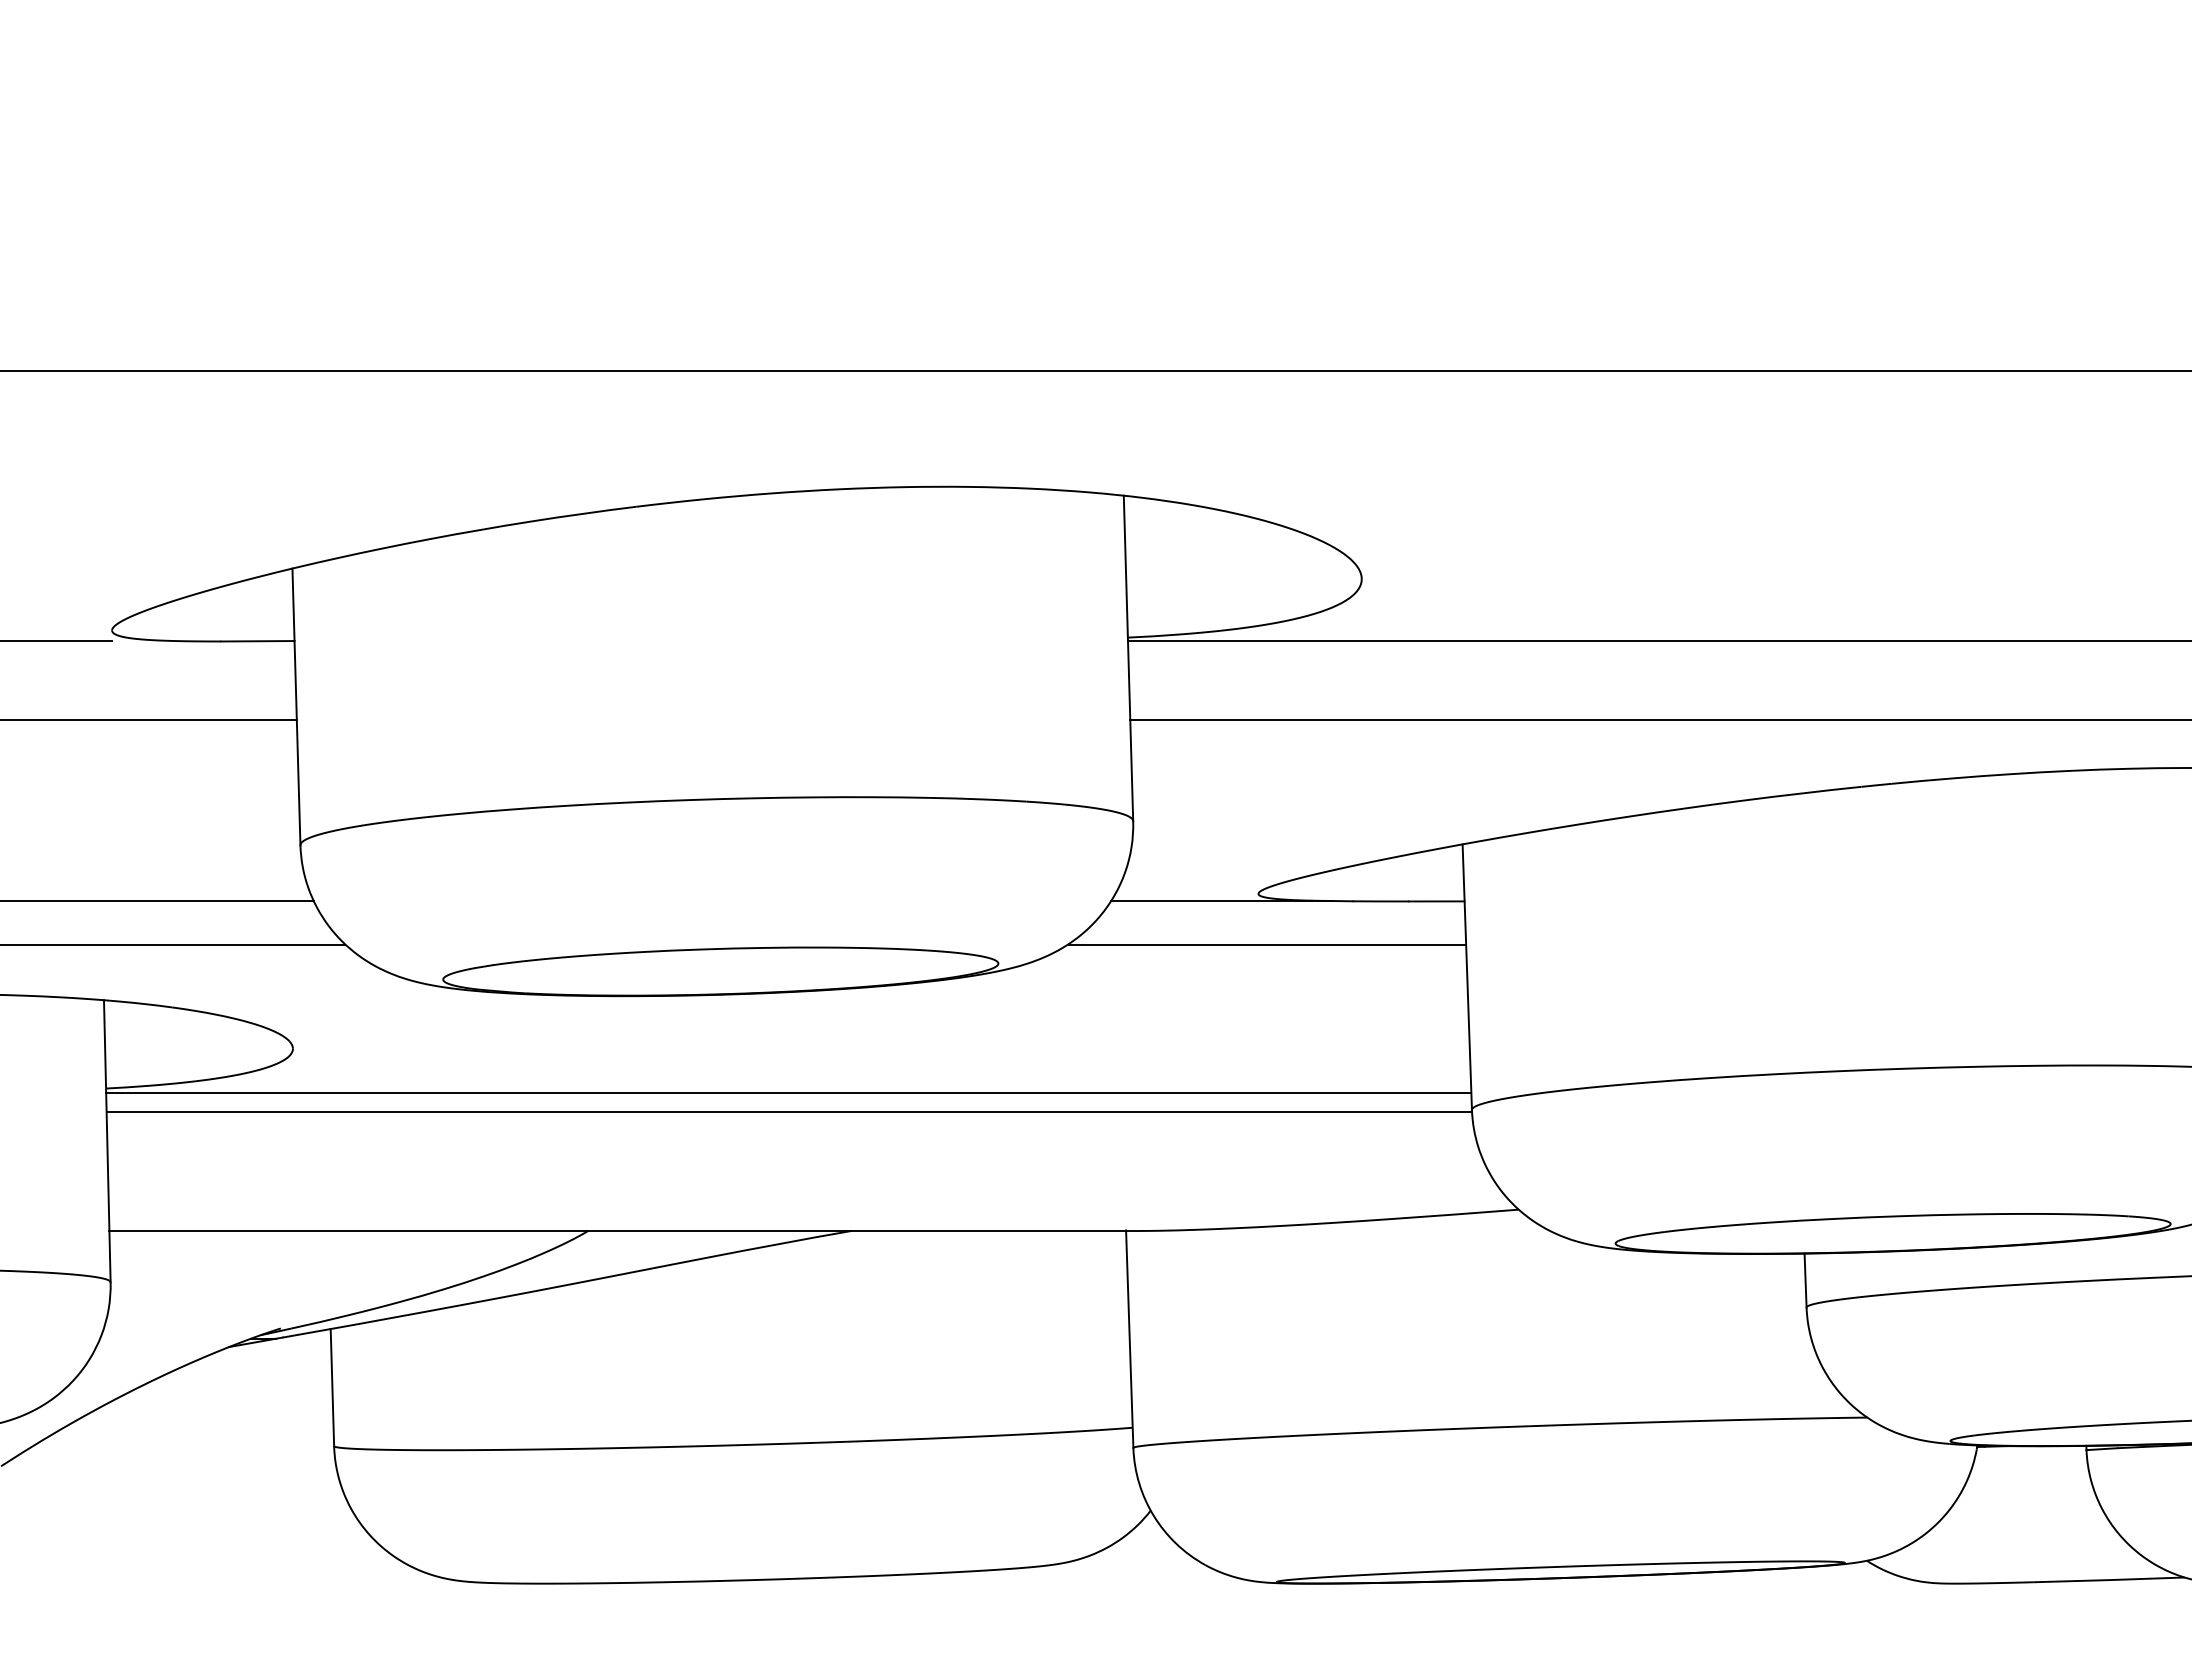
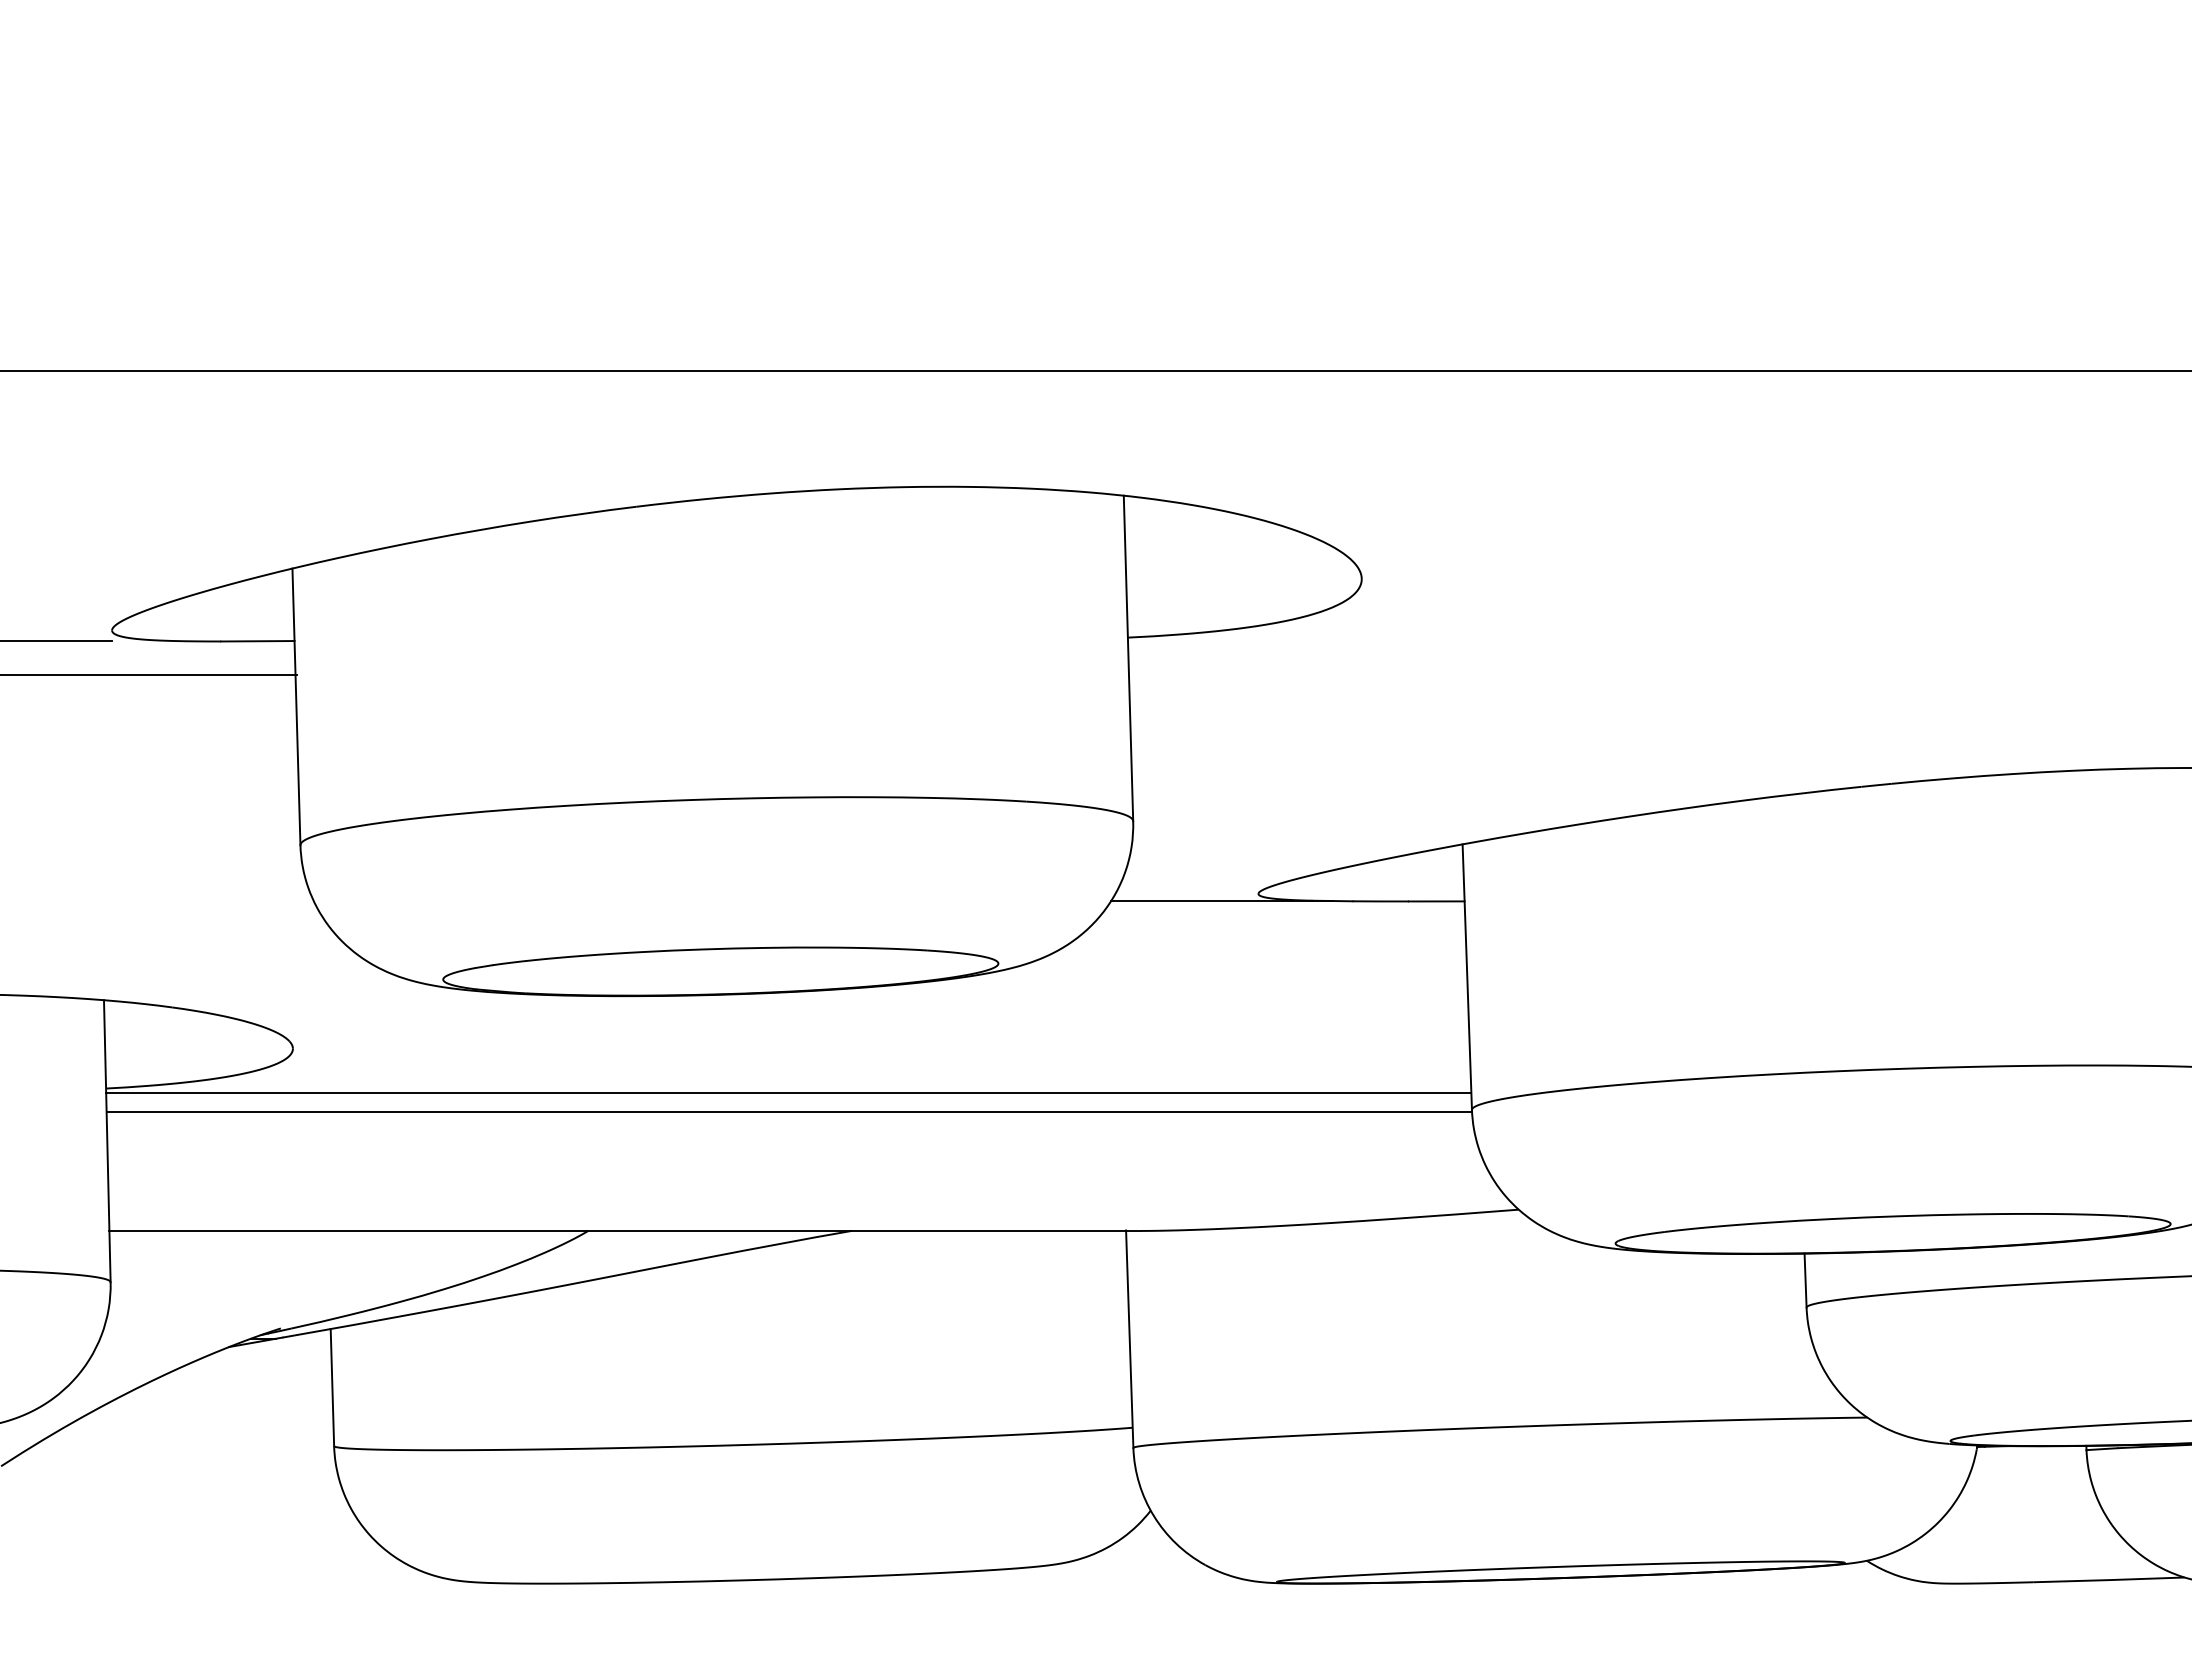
line at (1658, 641): present -> none
line at (149, 719) position: (149, 719) -> (149, 674)
line at (1659, 719): present -> none
line at (158, 901): present -> none
line at (173, 944): present -> none
line at (1266, 944): present -> none
